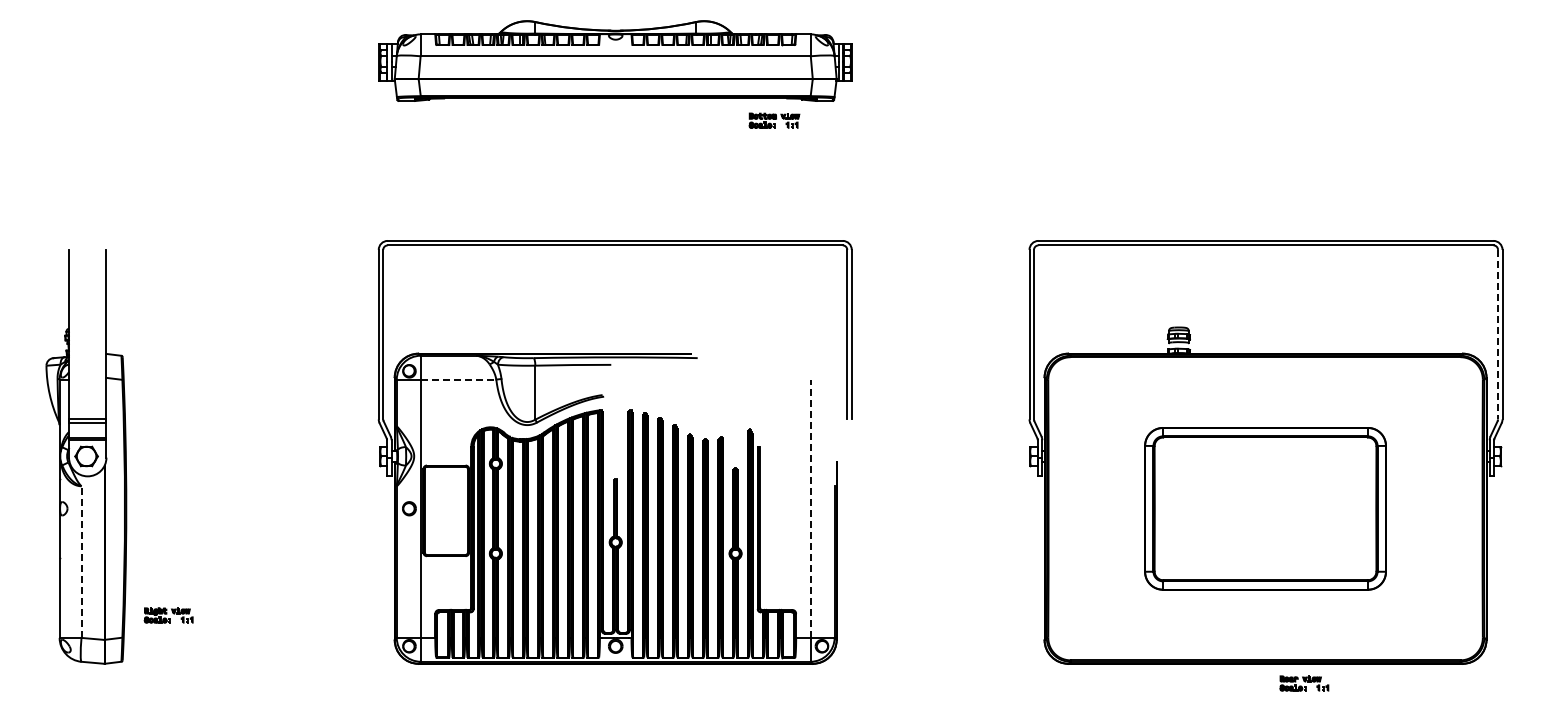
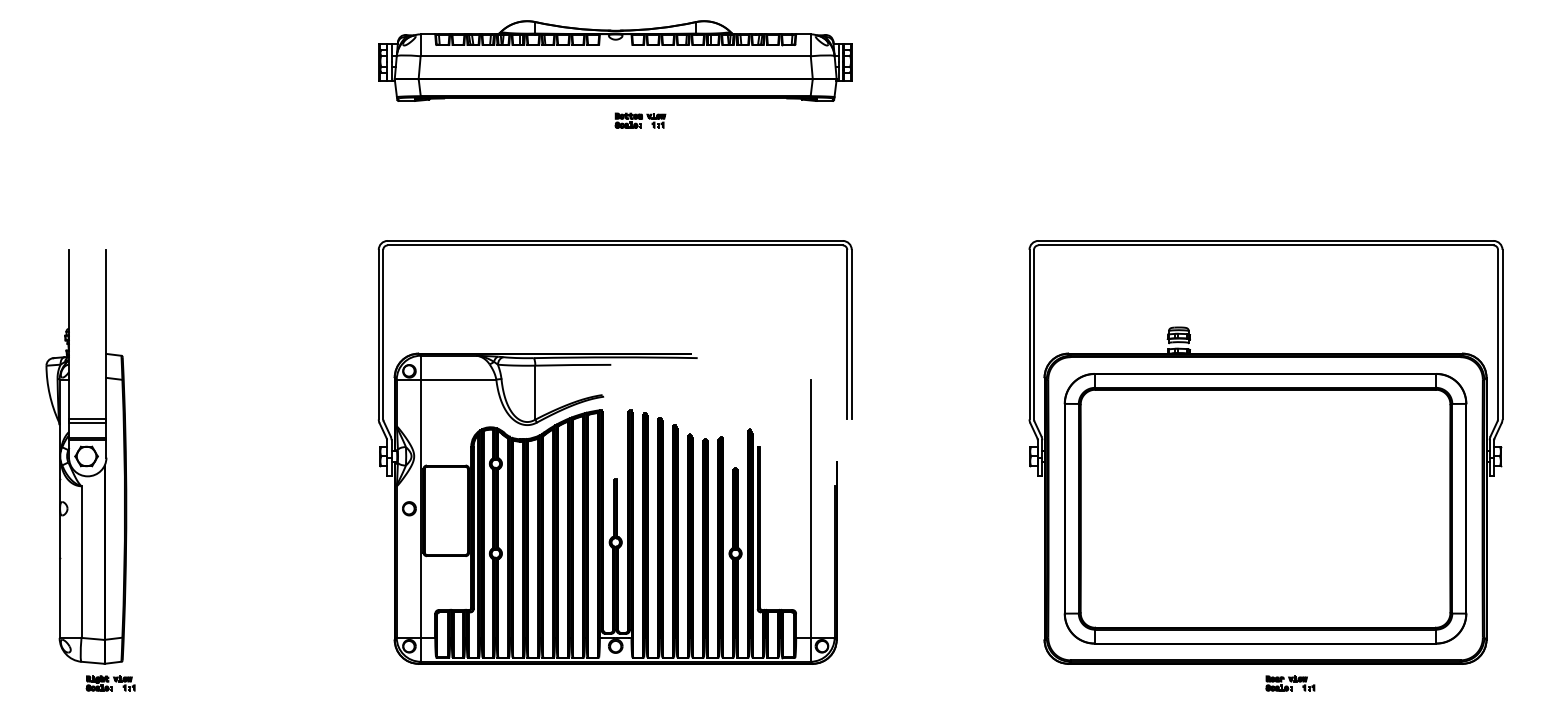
part at (774, 120) position: (774, 120) -> (640, 120)
line at (1498, 334): dashed -> solid
line at (458, 379): dashed -> solid
line at (810, 508): dashed -> solid
part at (1265, 508) size: 243x164 px -> 405x272 px
line at (81, 562): dashed -> solid
part at (168, 615) position: (168, 615) -> (110, 683)
part at (1304, 683) position: (1304, 683) -> (1290, 683)
